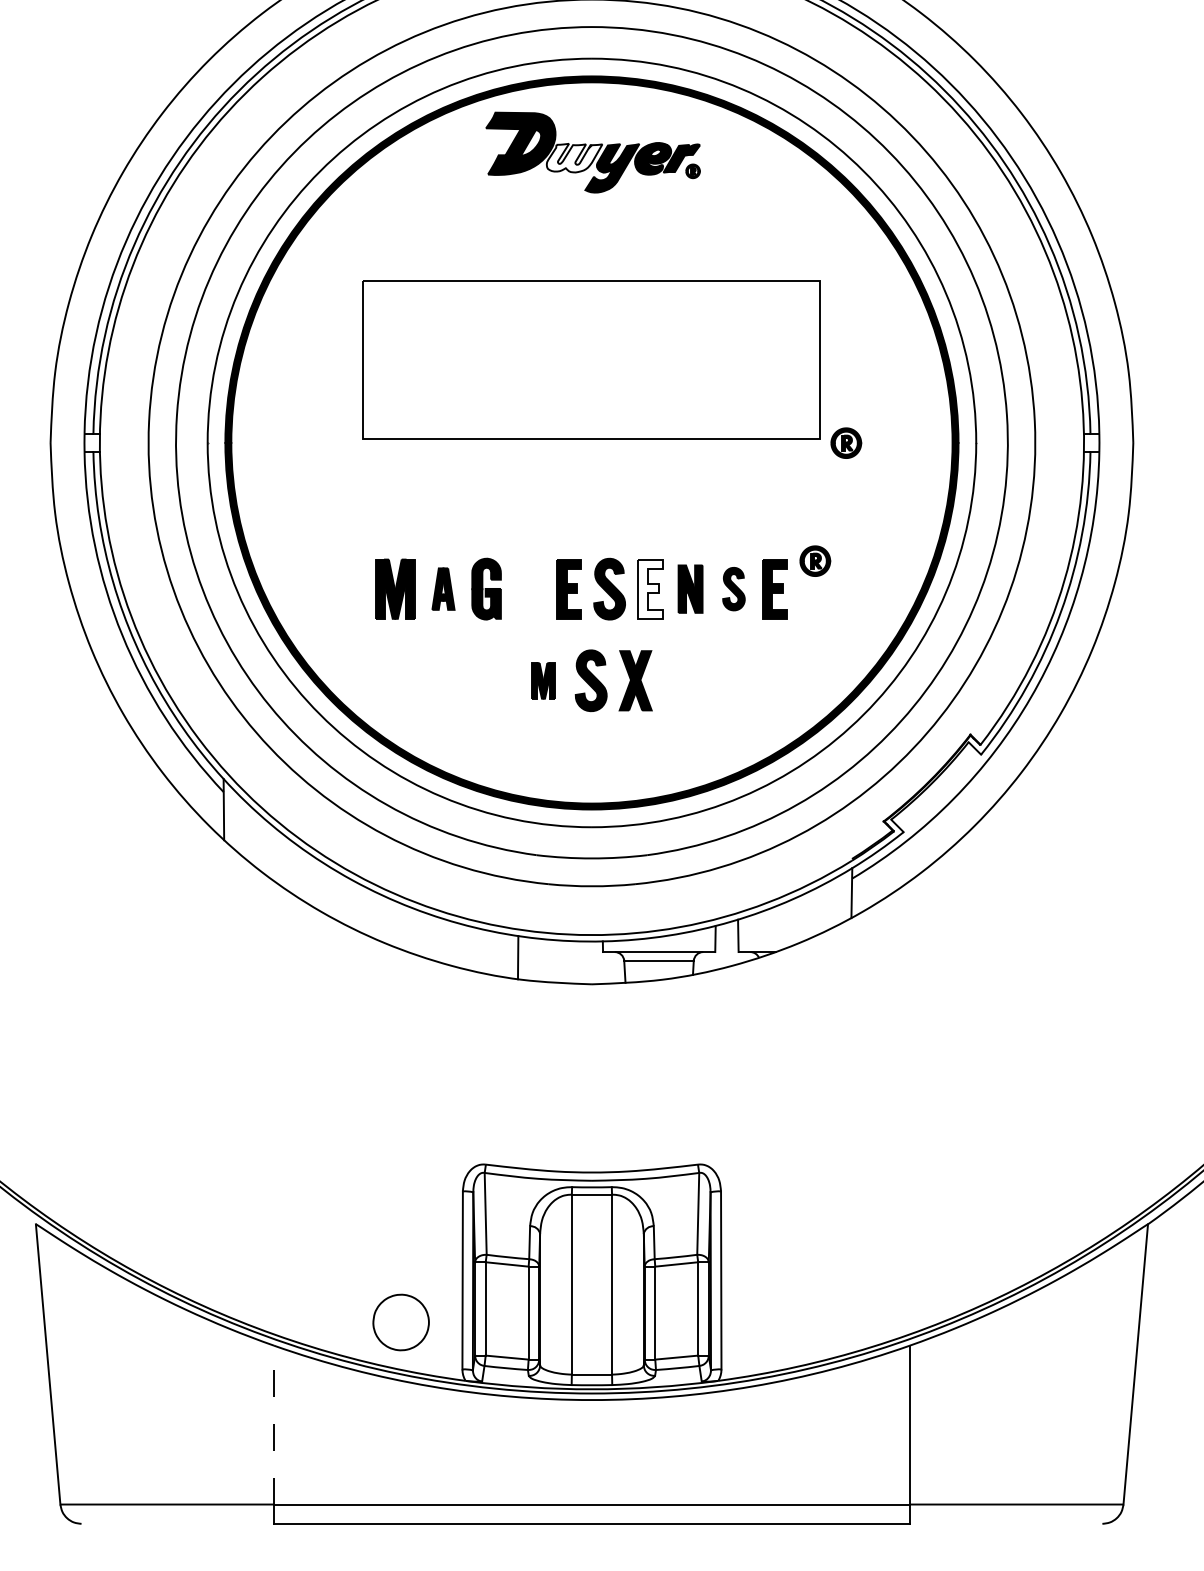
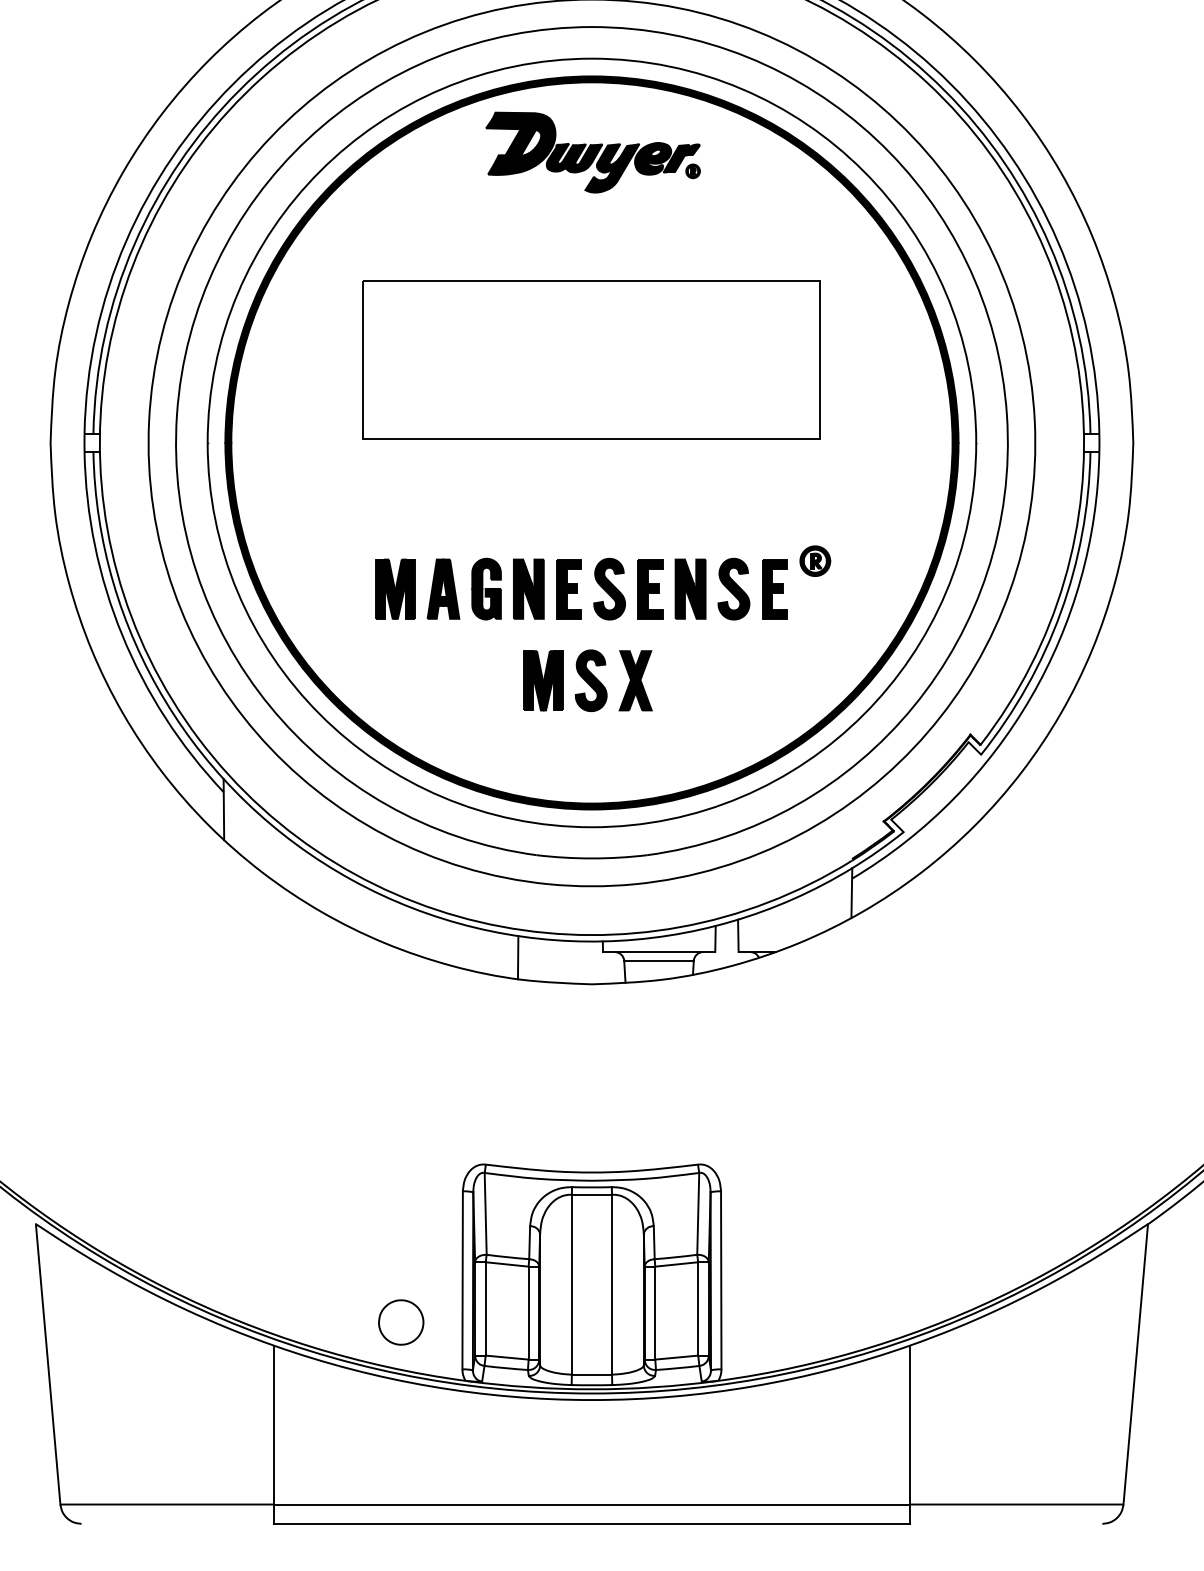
fill at (574, 157): none -> present
part at (846, 442): present -> none
part at (443, 588) size: 25x44 px -> 35x62 px
part at (528, 588): none -> present
fill at (650, 588): none -> present
part at (690, 588) size: 27x50 px -> 33x62 px
part at (733, 589) size: 24x45 px -> 34x64 px
part at (543, 680) size: 25x38 px -> 41x62 px
part at (400, 1322) size: 58x59 px -> 47x47 px
line at (274, 1424): dashed -> solid
